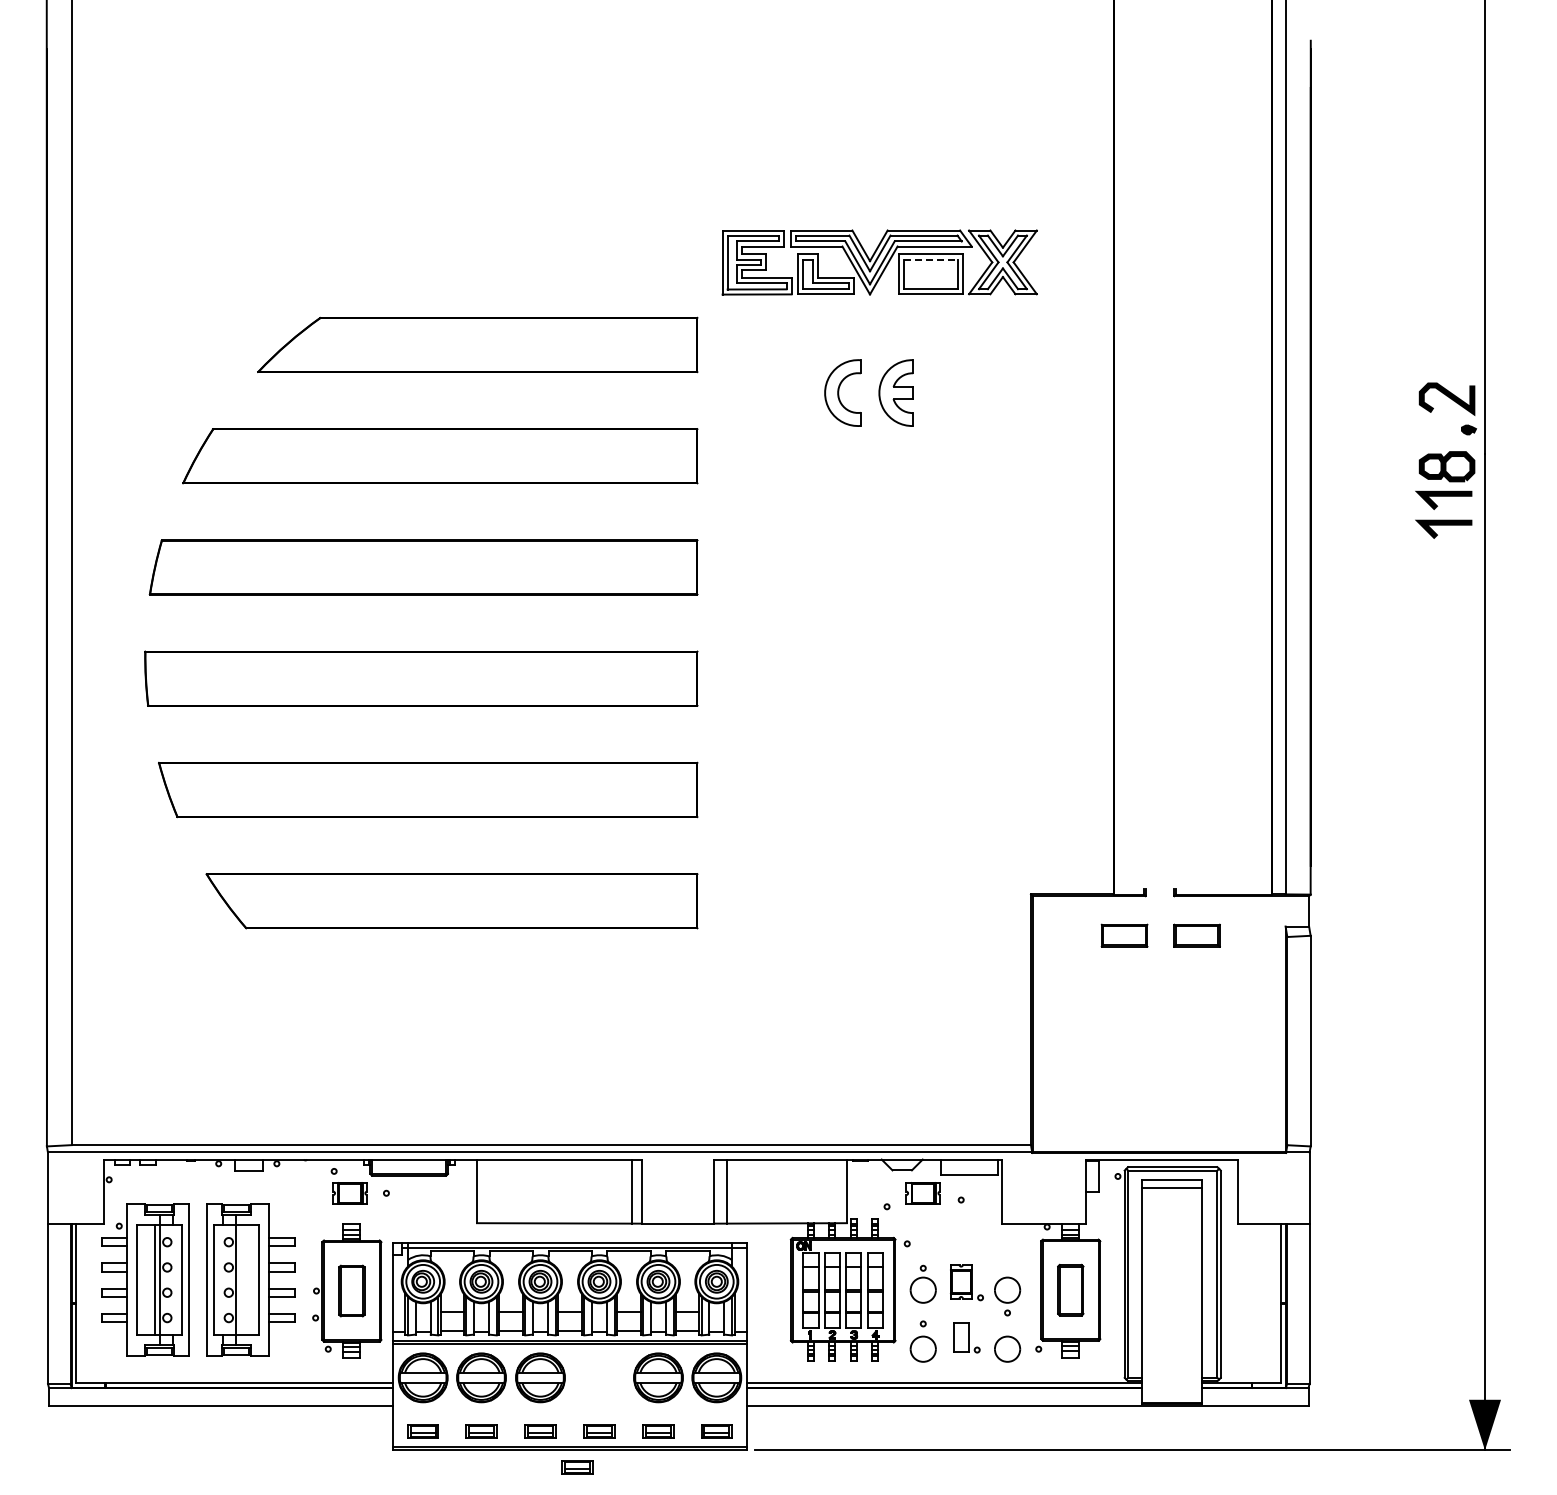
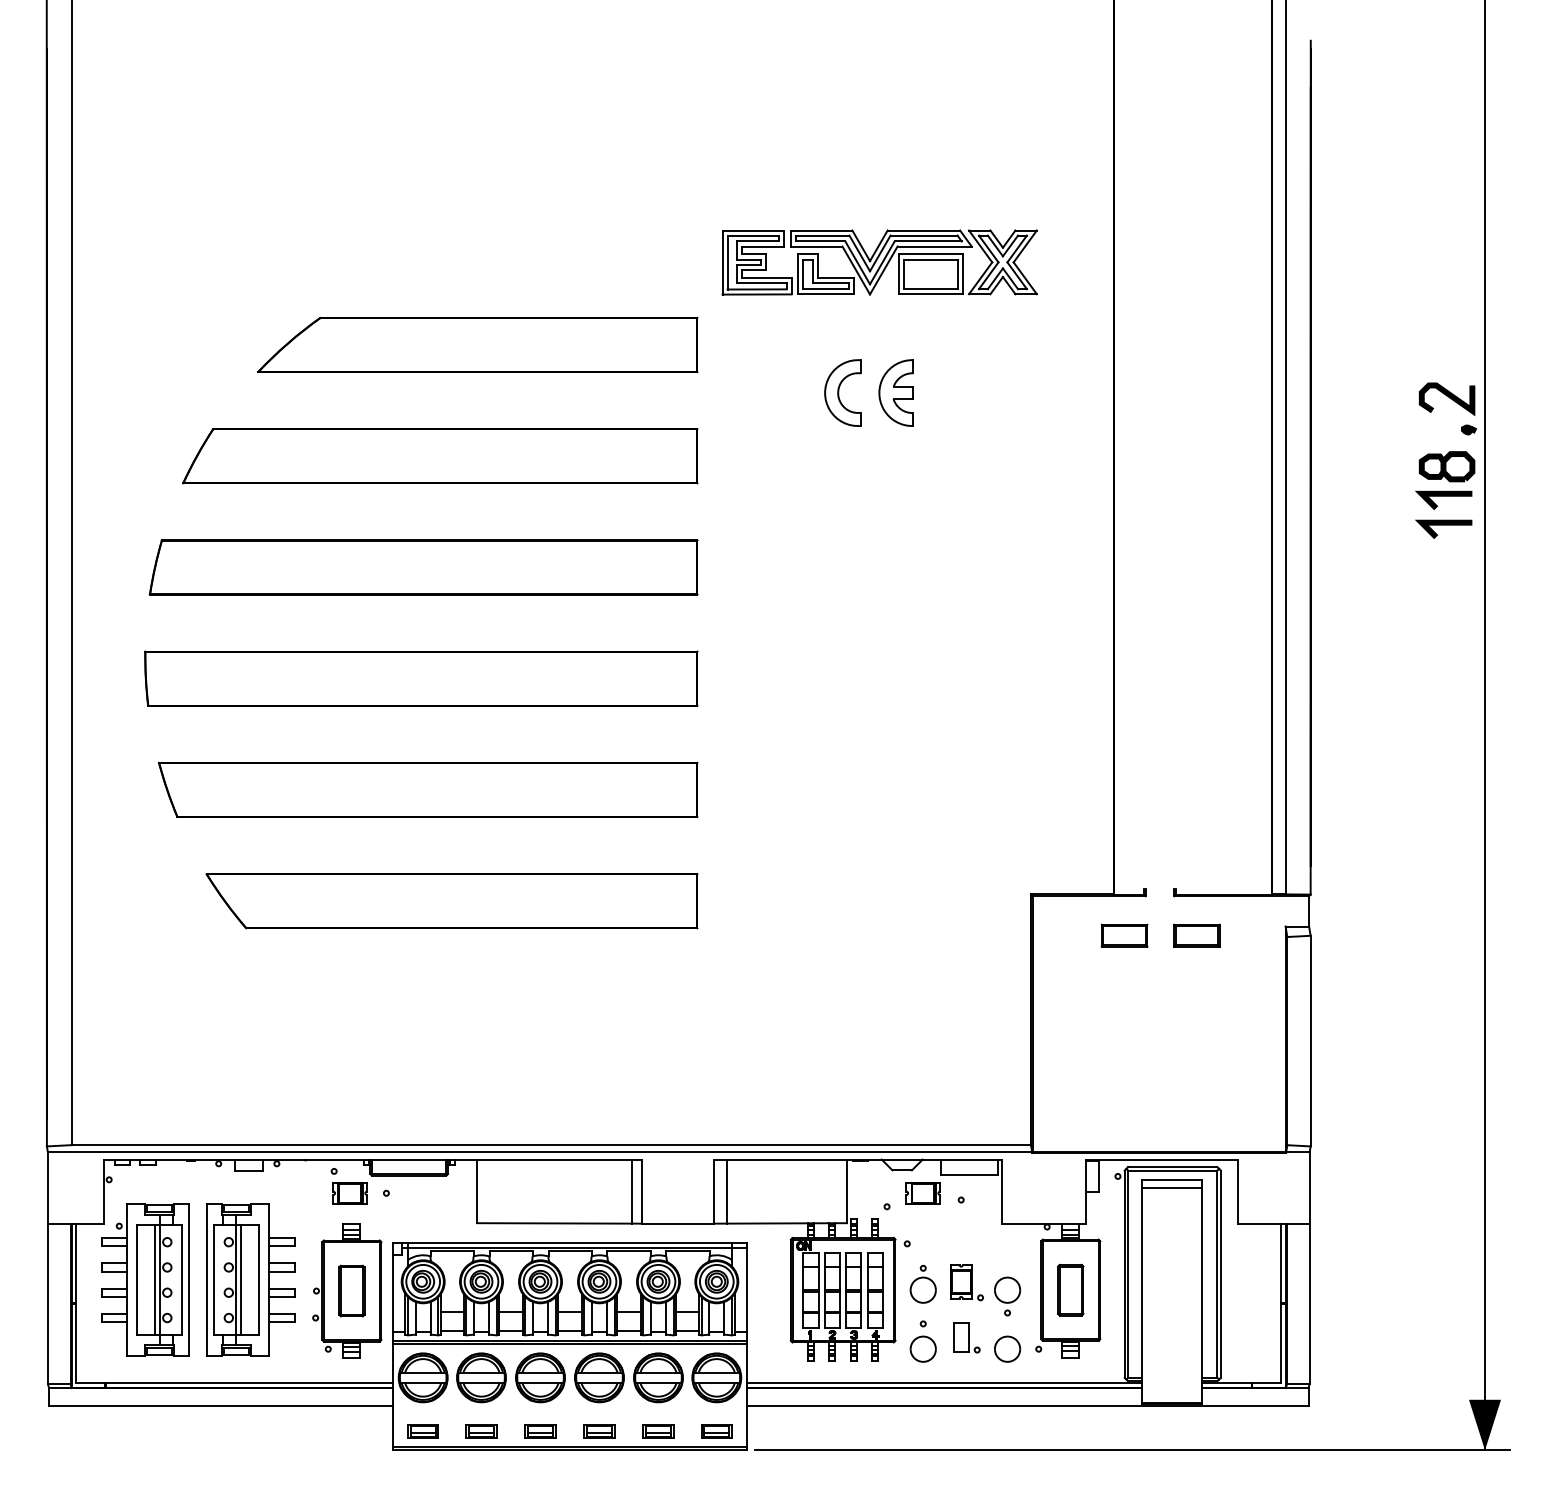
line at (931, 259): dashed -> solid
line at (241, 1279): none -> present
part at (599, 1377): none -> present
part at (577, 1467): present -> none
